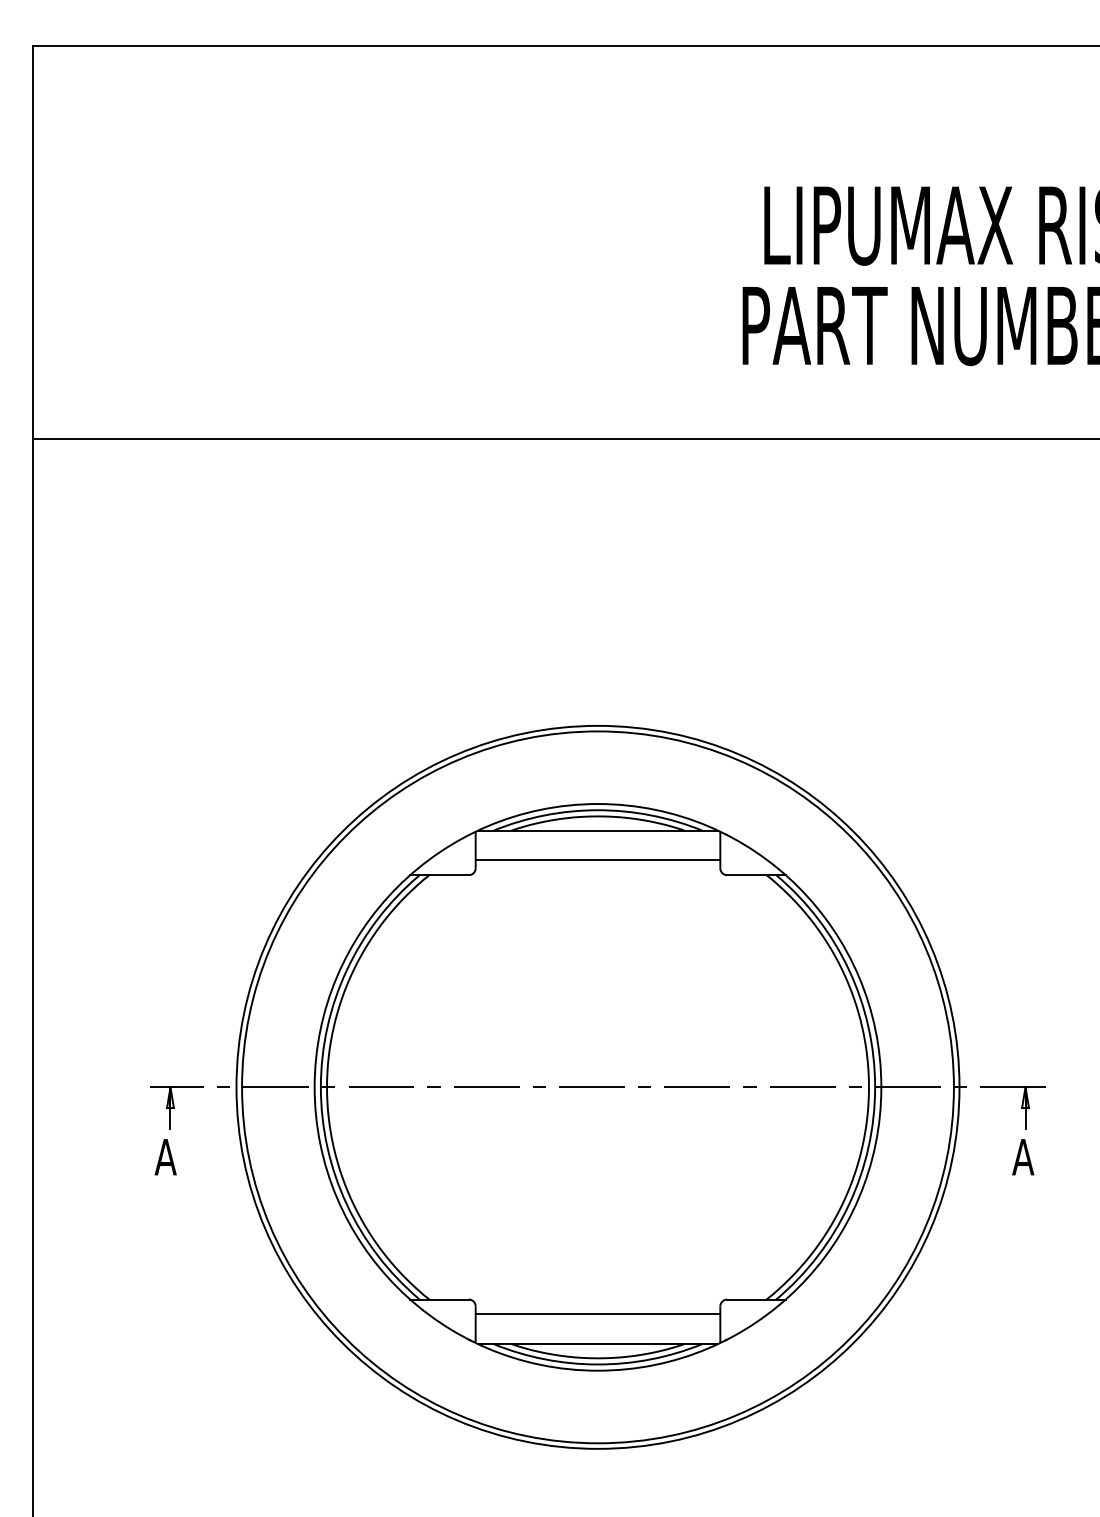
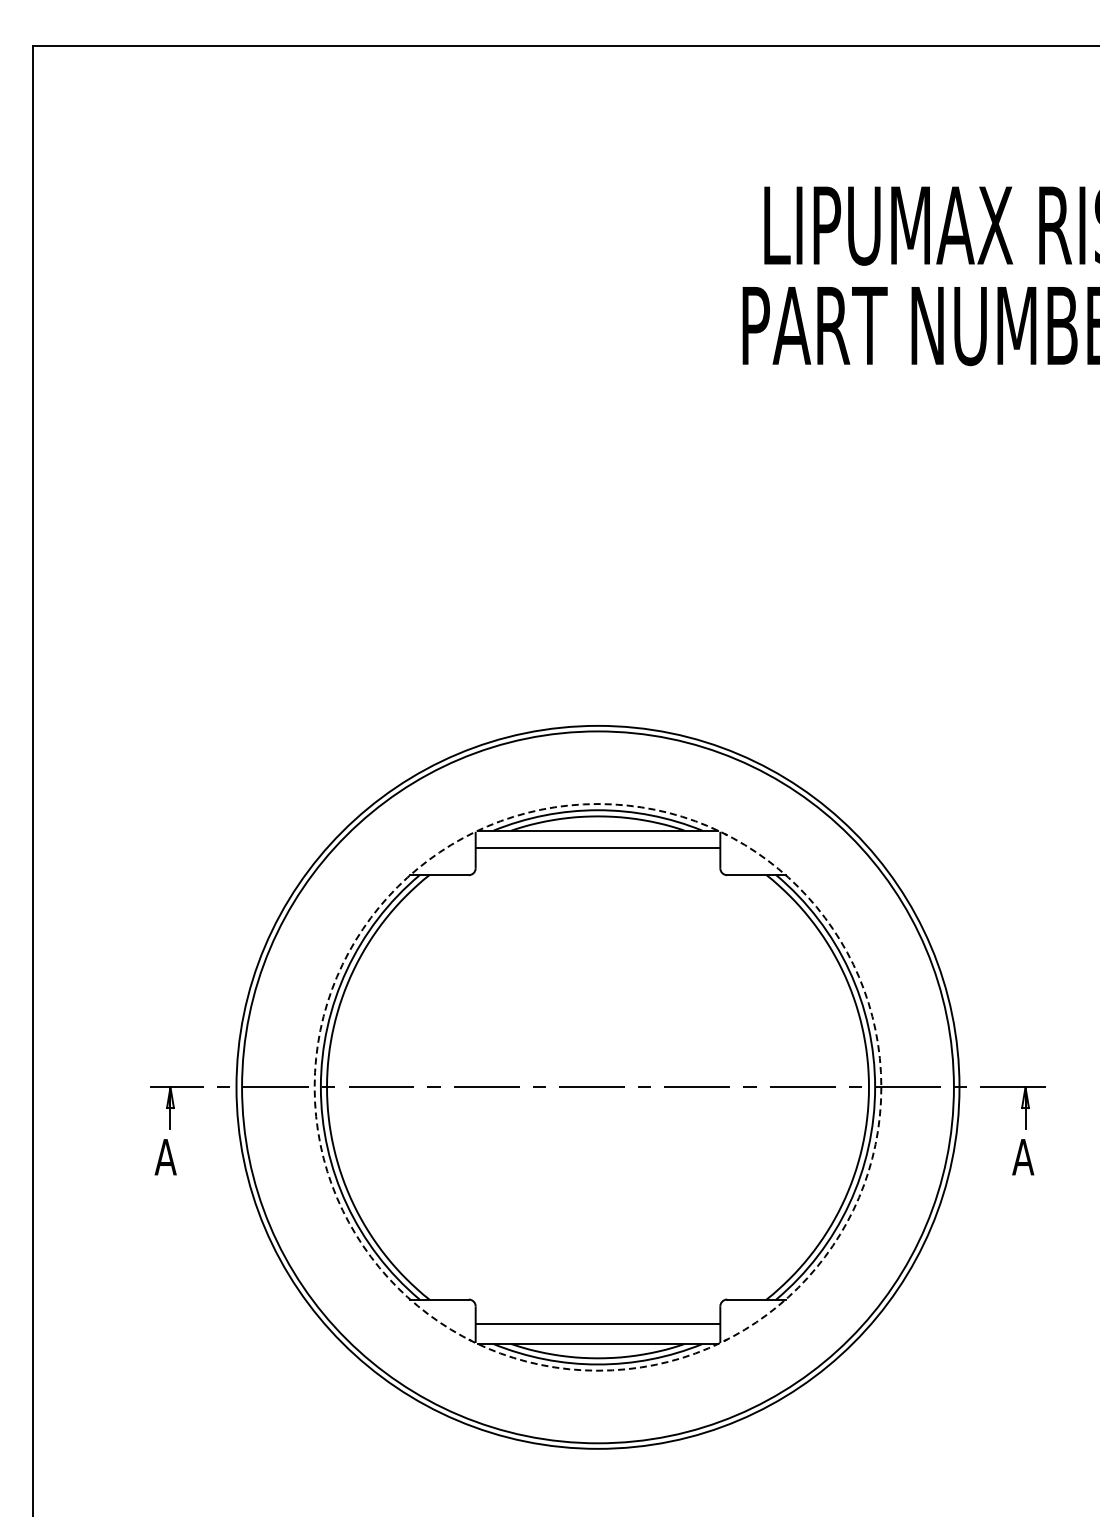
line at (564, 439): present -> none
line at (597, 860) position: (597, 860) -> (597, 848)
circle at (597, 1087): solid -> dashed
line at (597, 1314) position: (597, 1314) -> (597, 1324)
